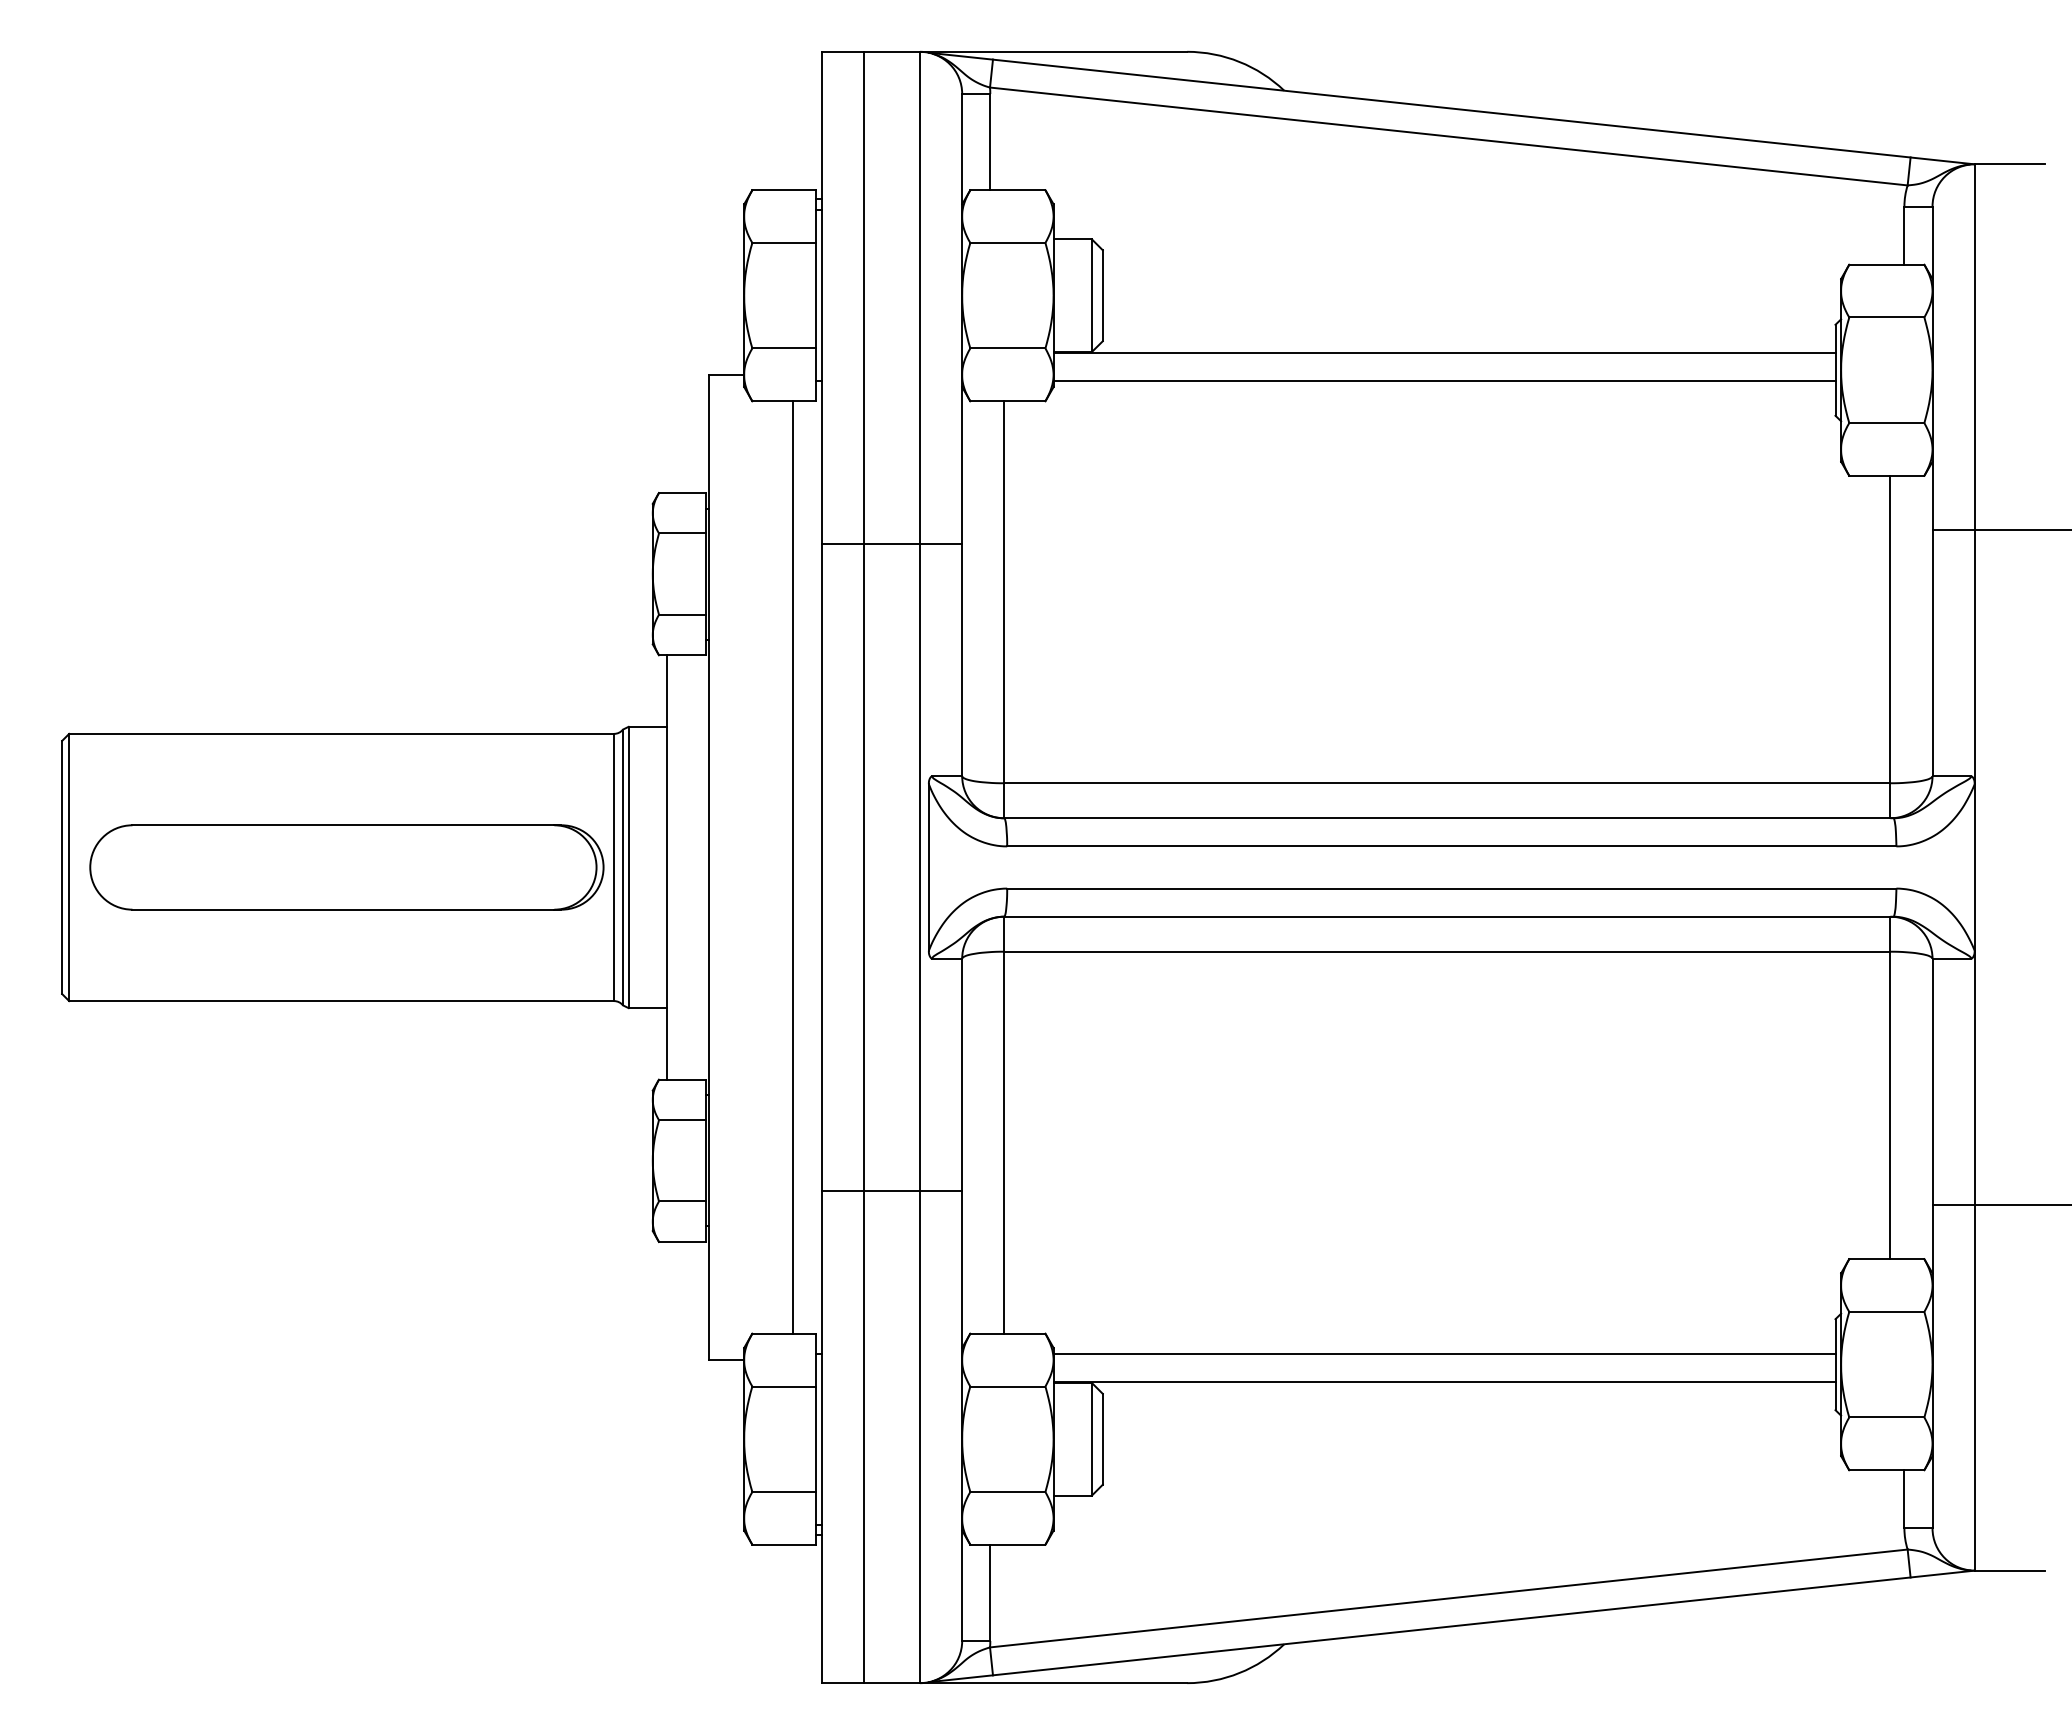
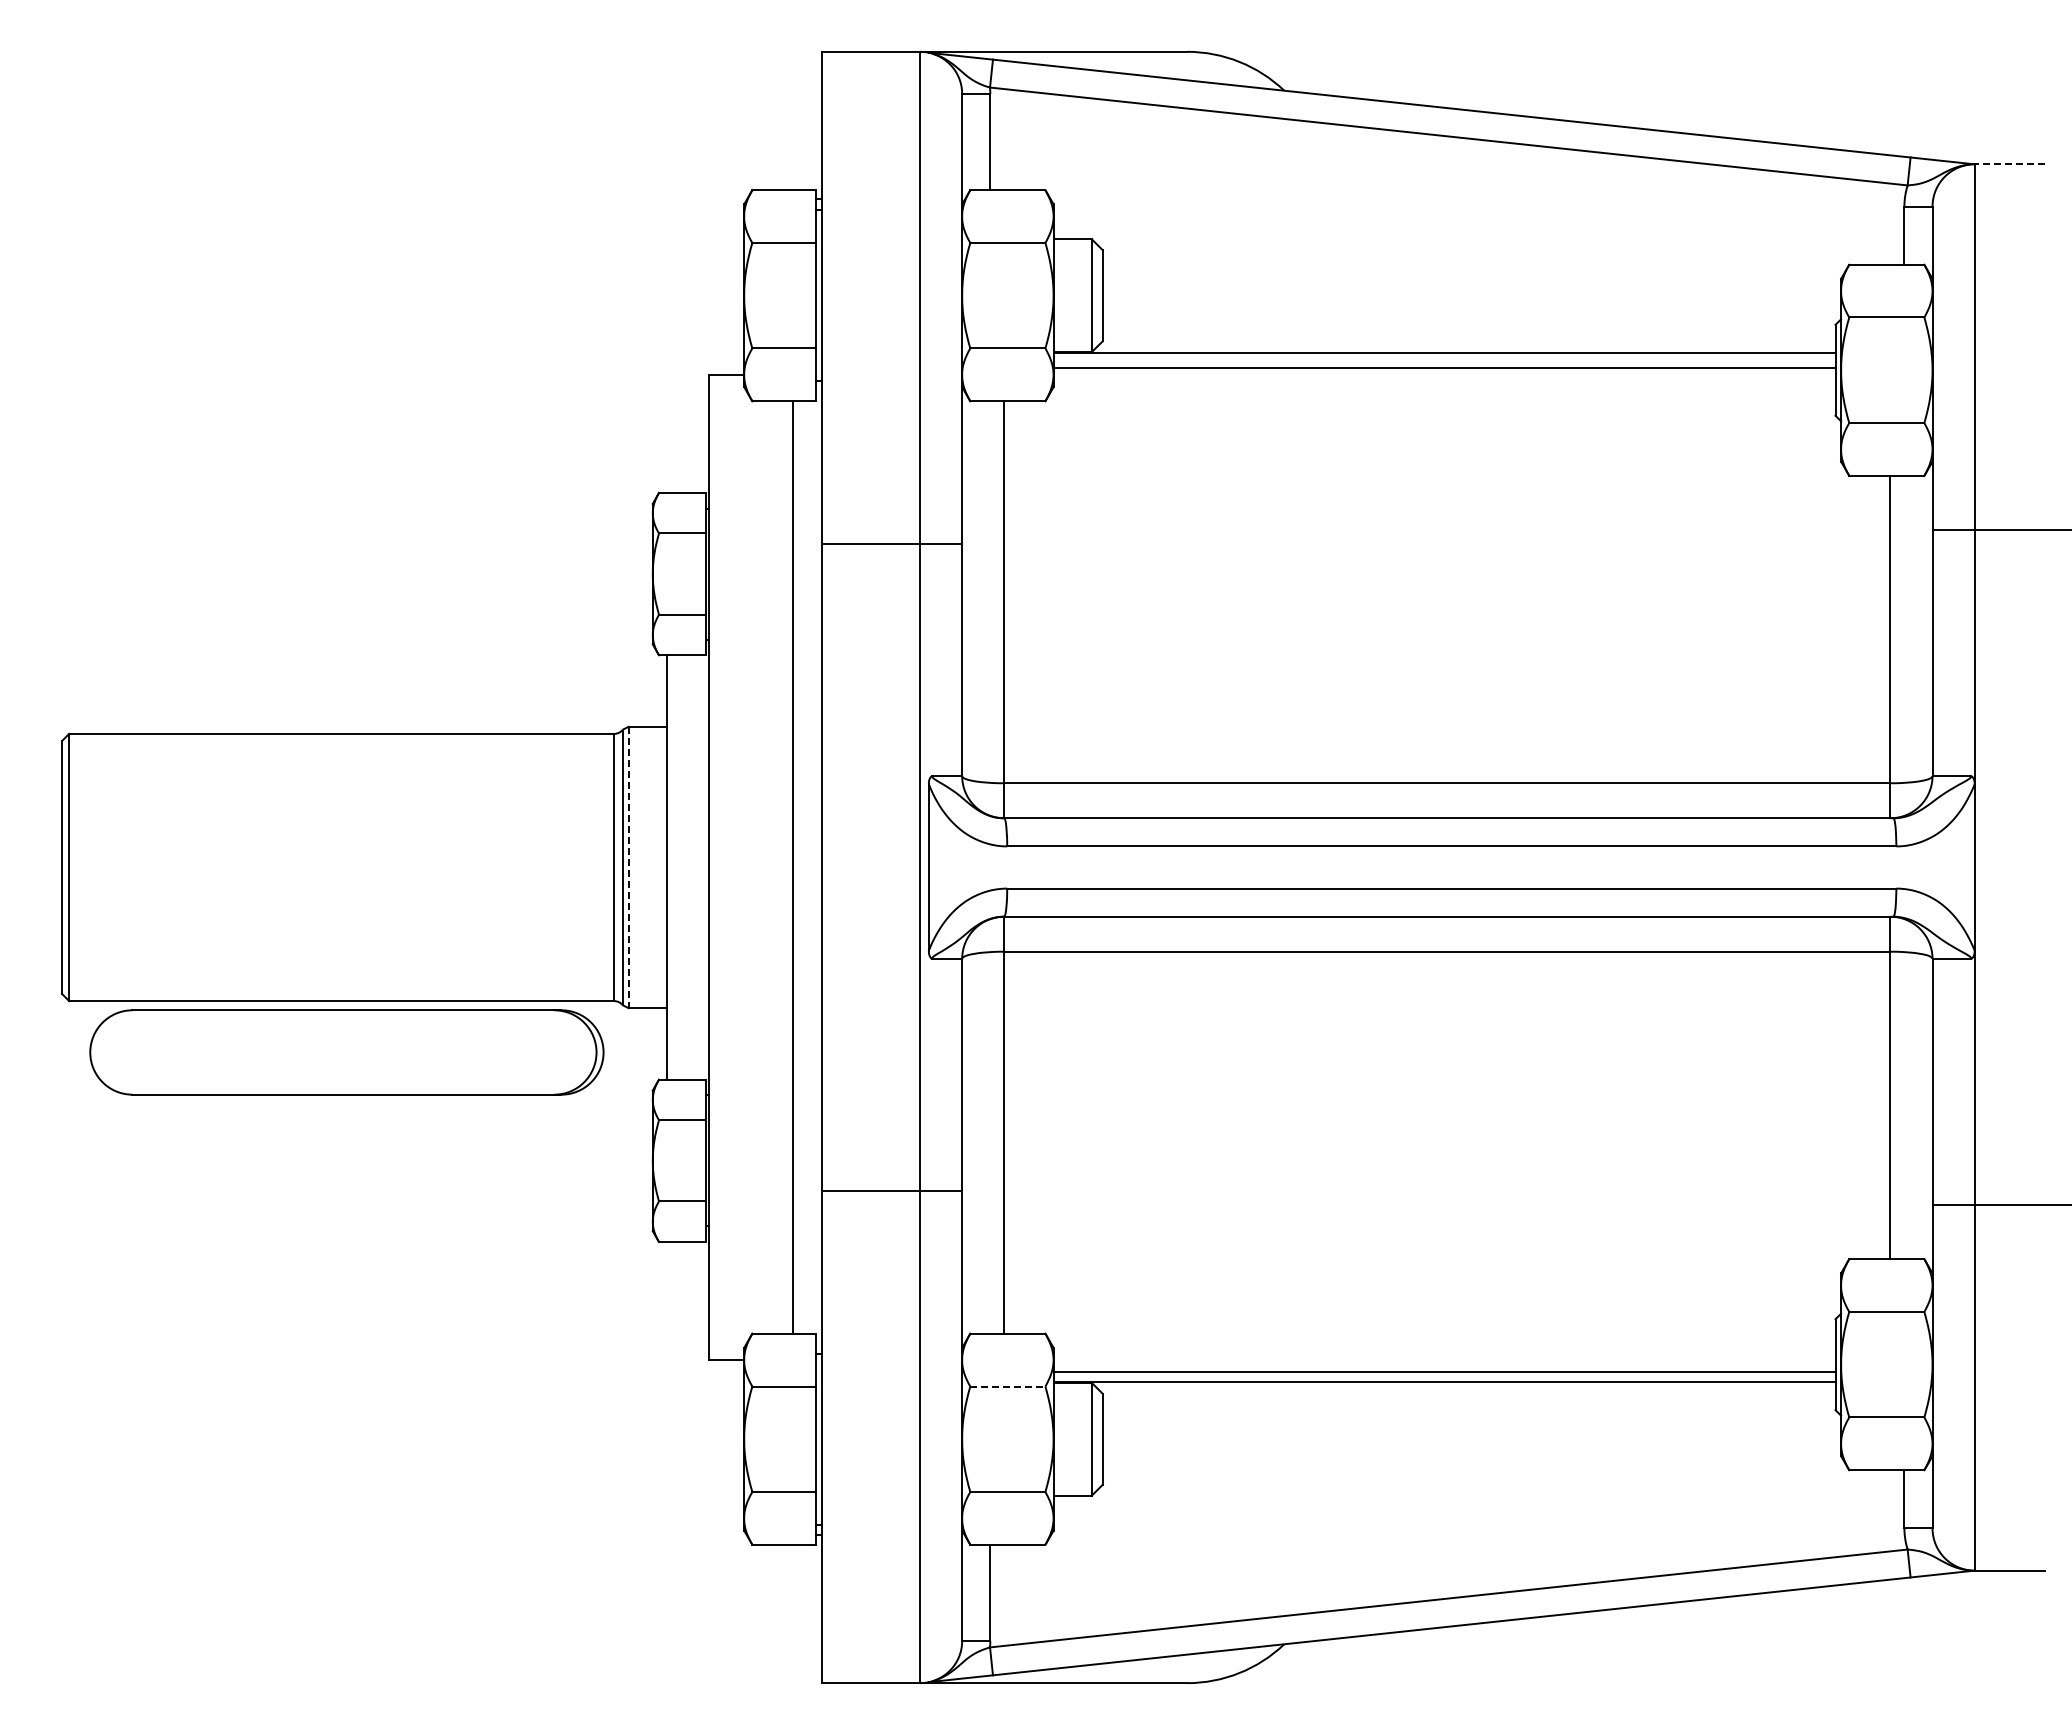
line at (2009, 164): solid -> dashed
line at (1444, 380) position: (1444, 380) -> (1444, 367)
part at (346, 867) position: (346, 867) -> (346, 1052)
line at (628, 867): solid -> dashed
line at (863, 867): present -> none
line at (1444, 1354) position: (1444, 1354) -> (1444, 1372)
line at (1007, 1386): solid -> dashed
